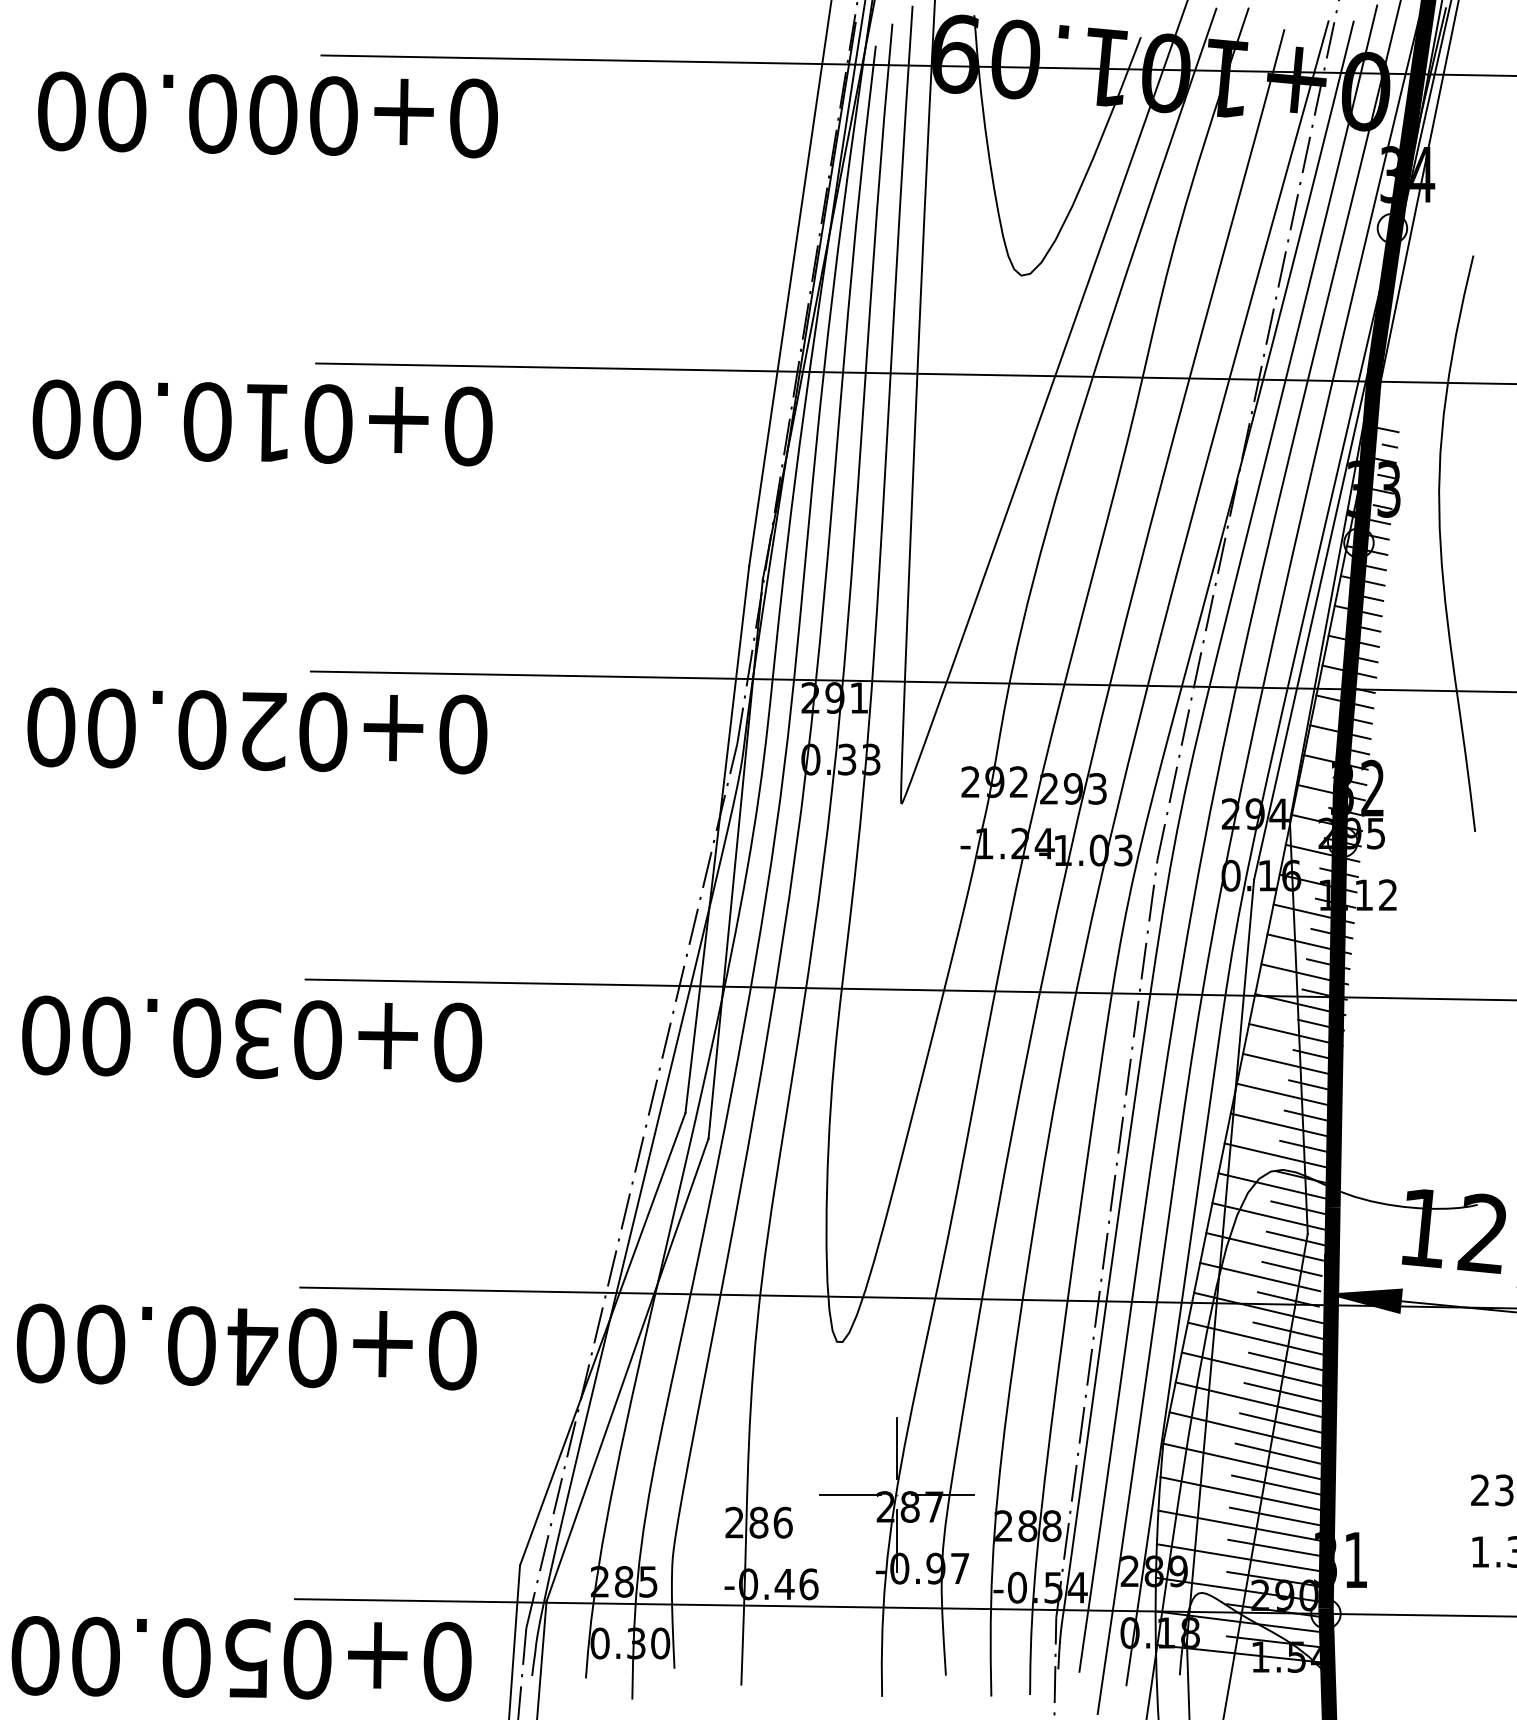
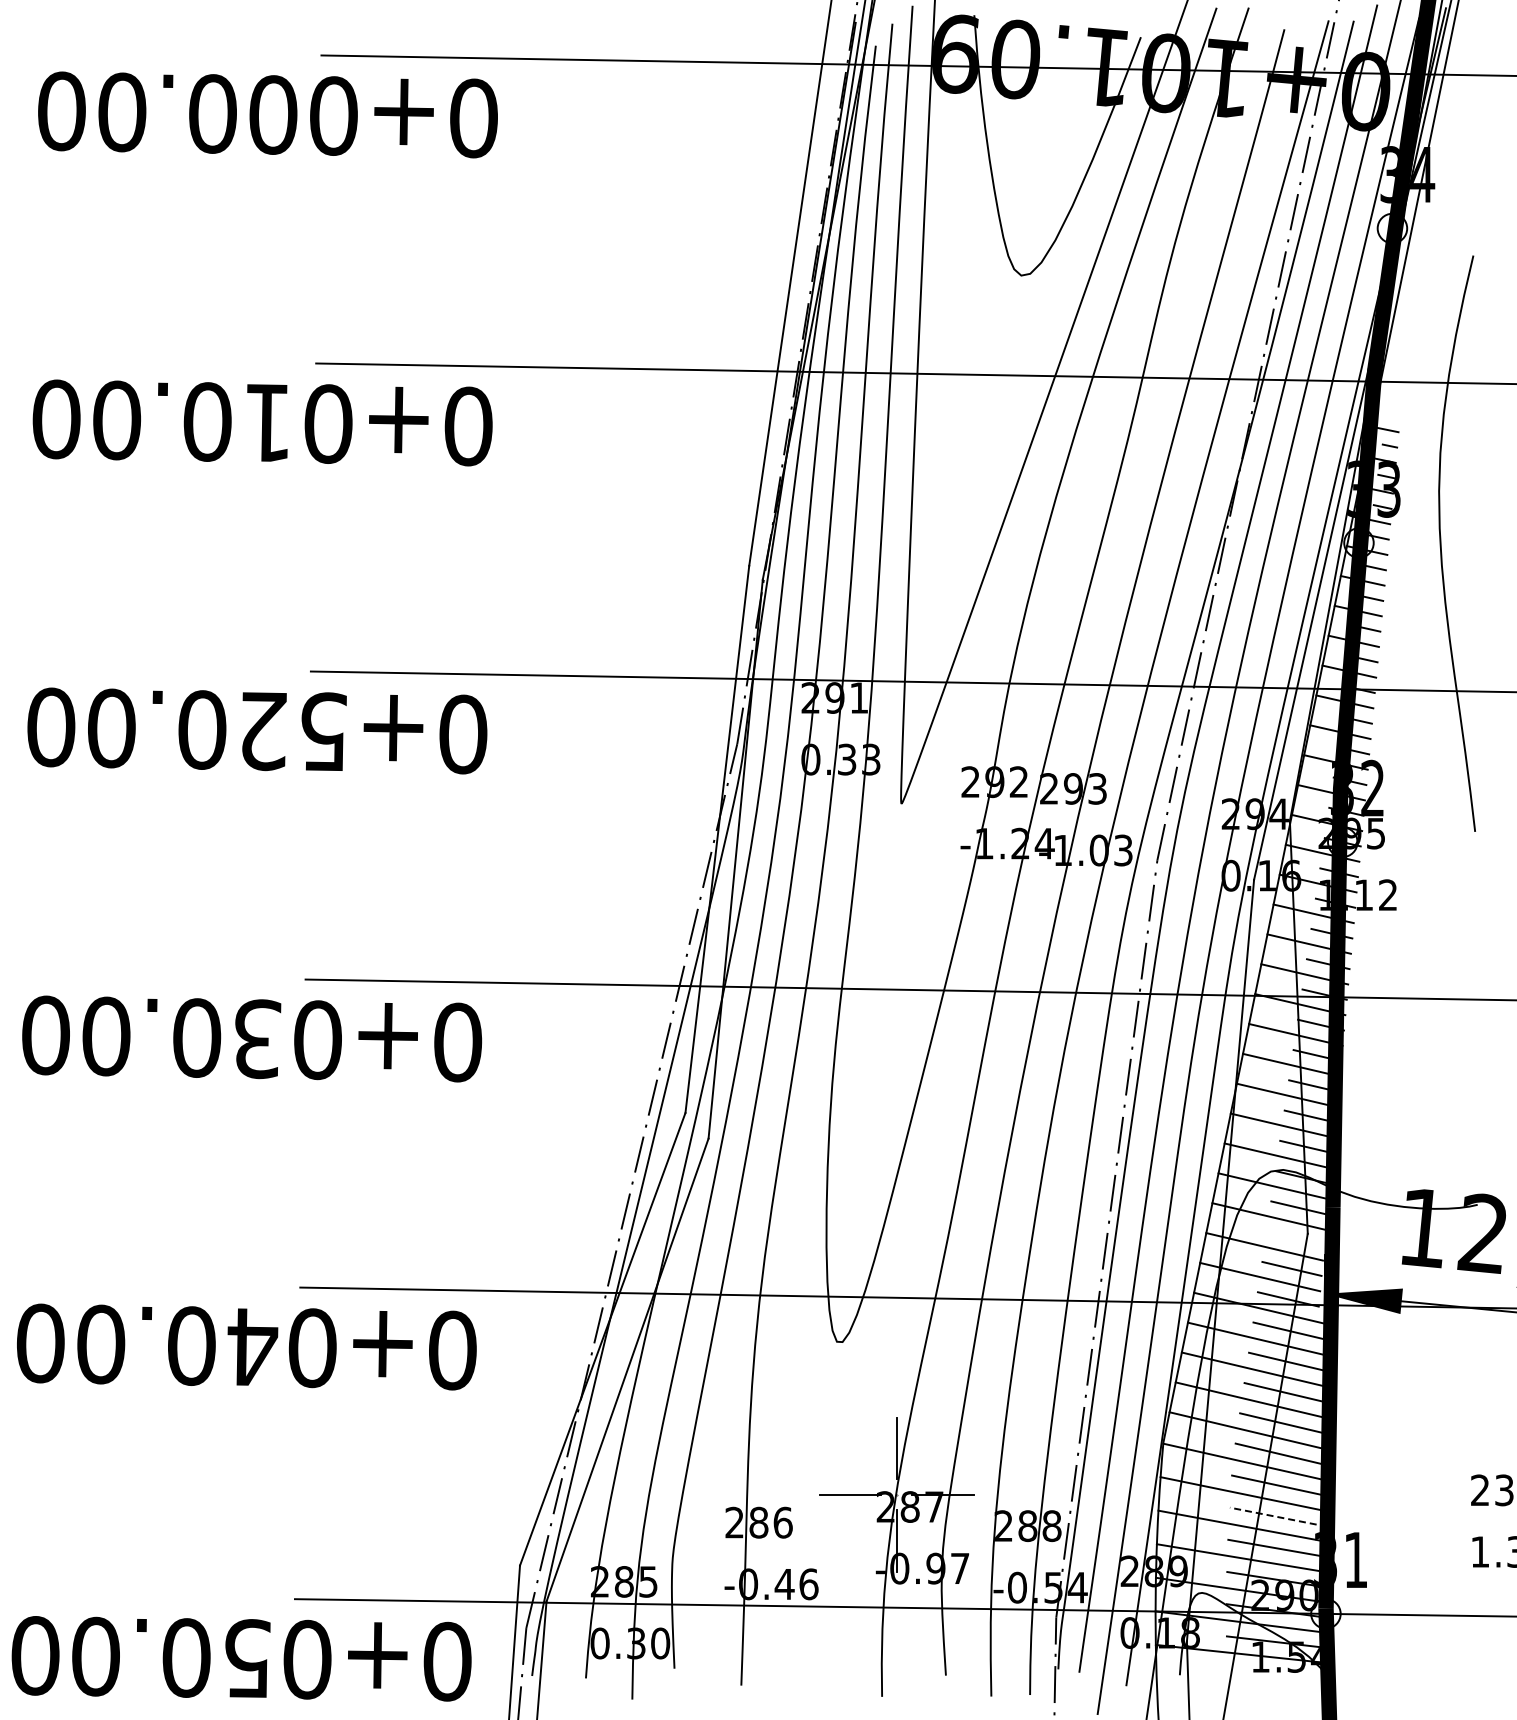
text at (323, 732): 0+020.00 -> 0+520.00
line at (1295, 1238): present -> none
line at (1278, 1517): solid -> dashed
